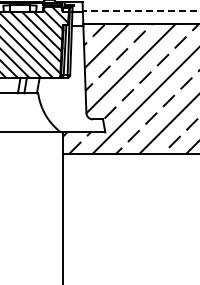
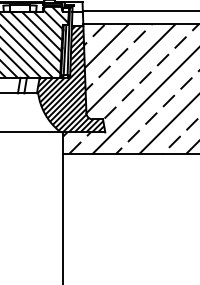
line at (140, 11): dashed -> solid
hatch at (71, 79): none -> present
